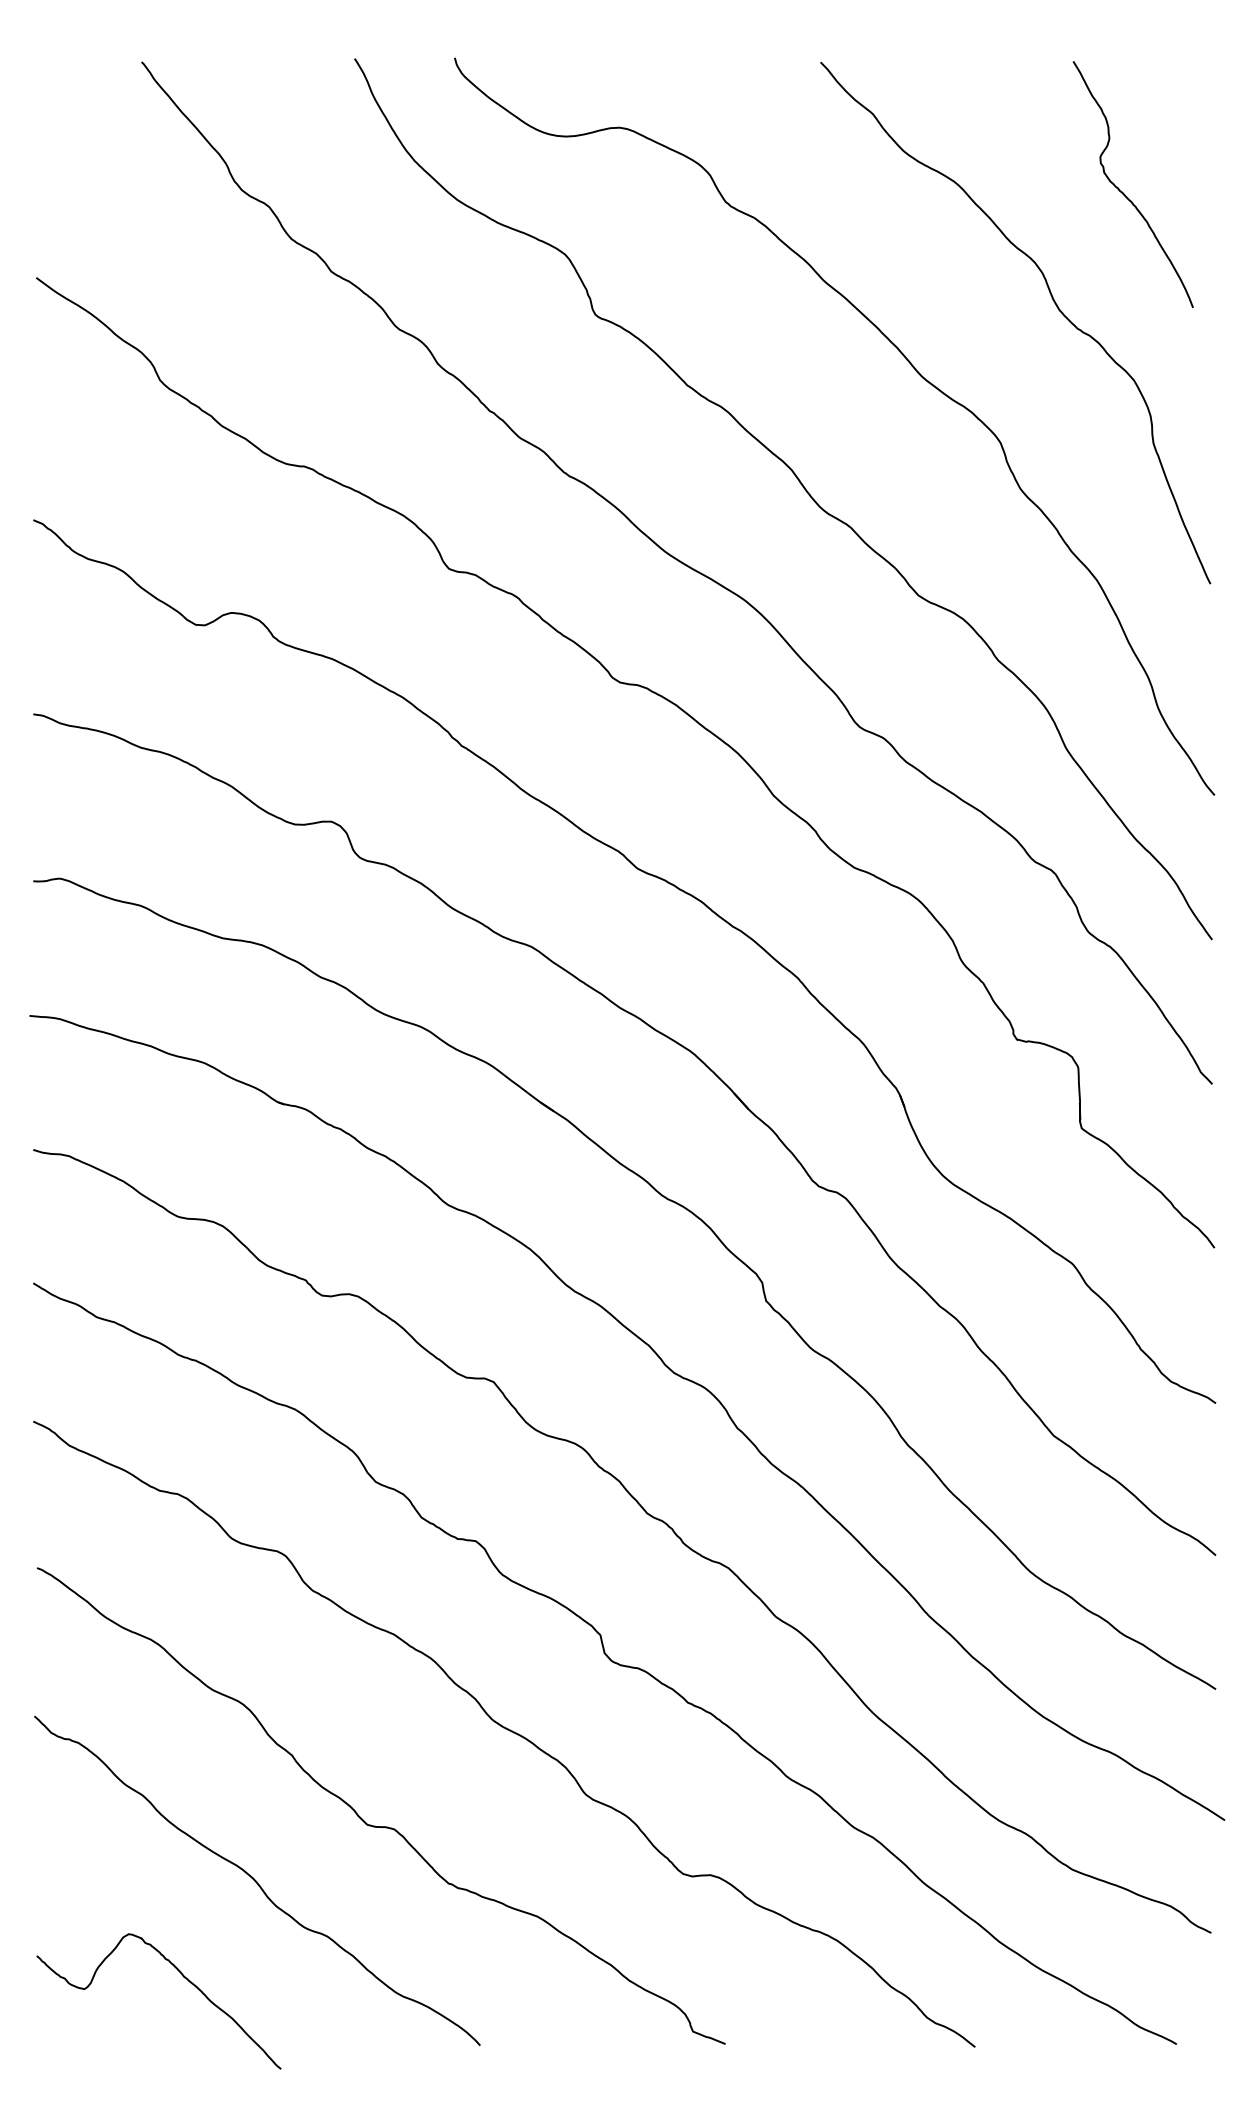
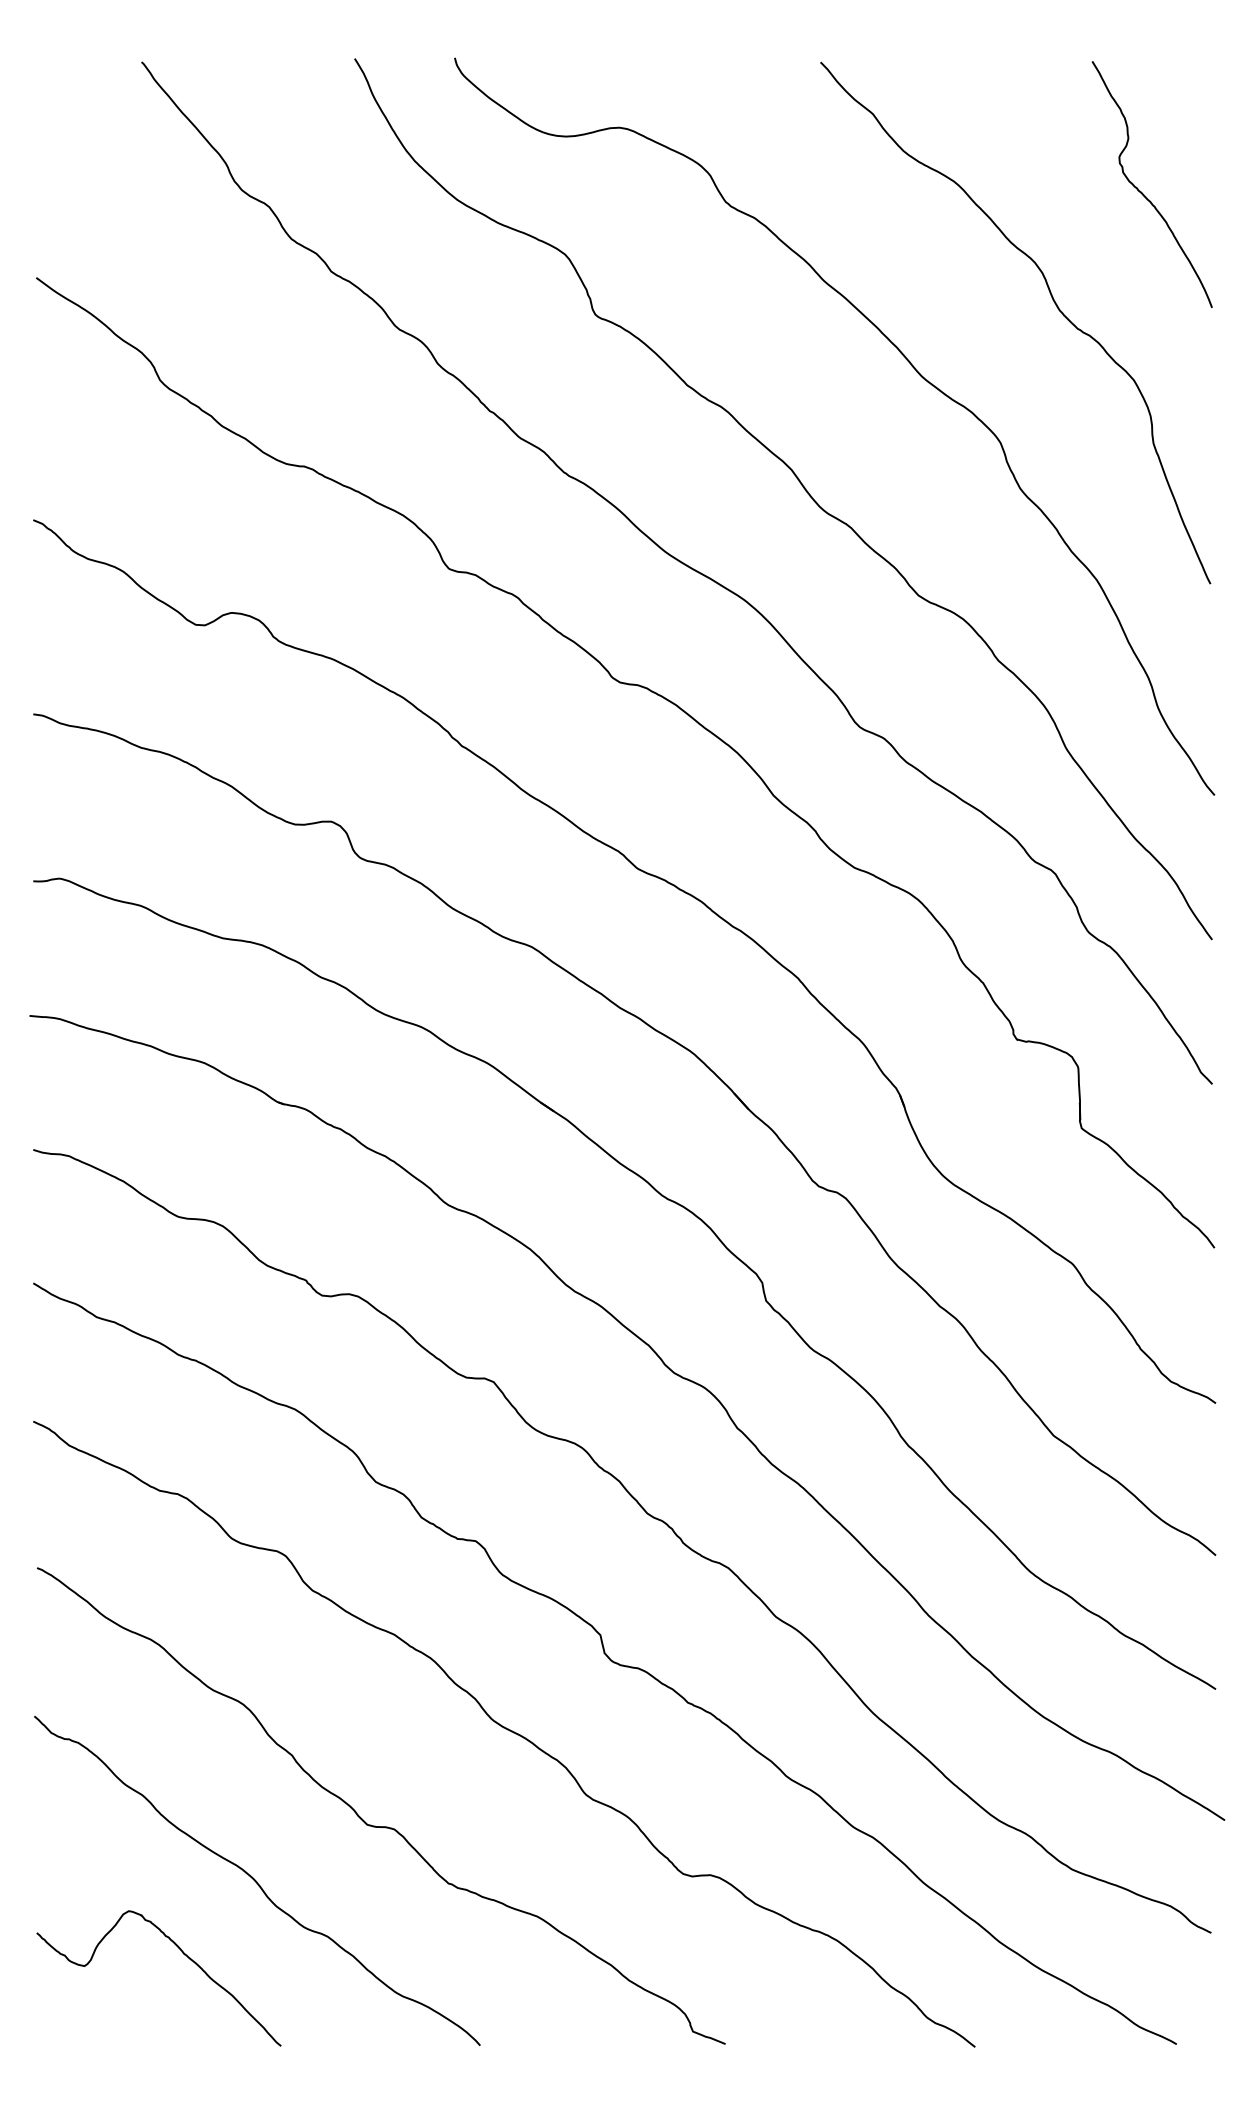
curve at (1123, 192) position: (1123, 192) -> (1142, 192)
curve at (182, 1976) position: (182, 1976) -> (182, 1953)
